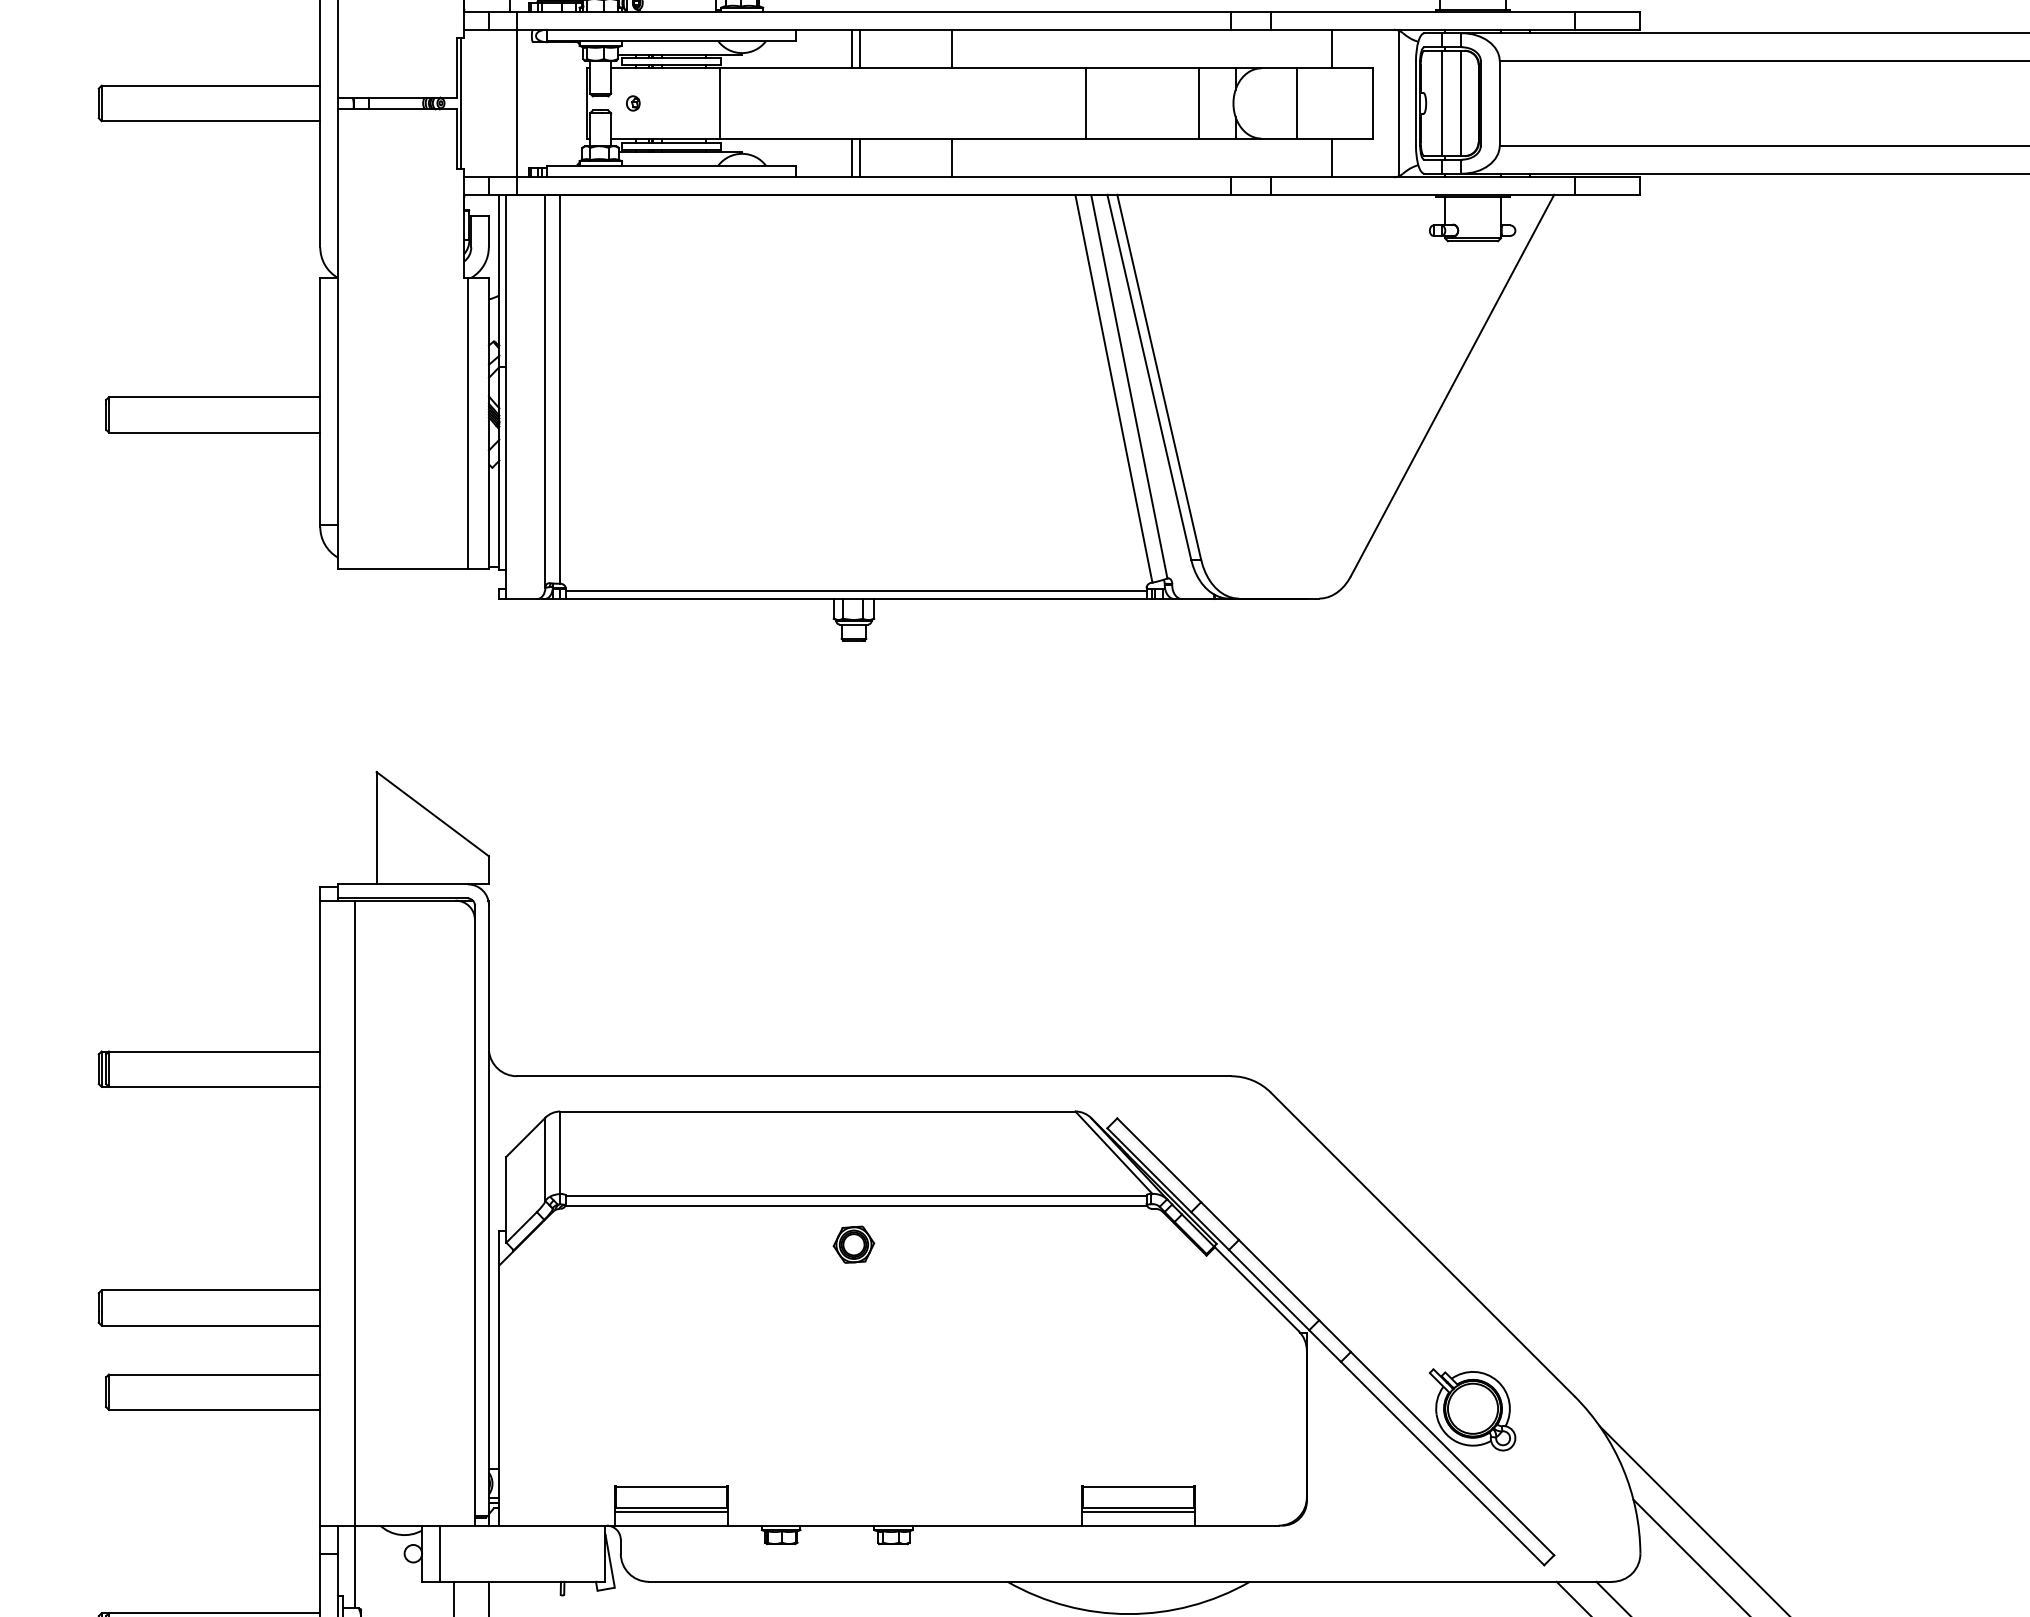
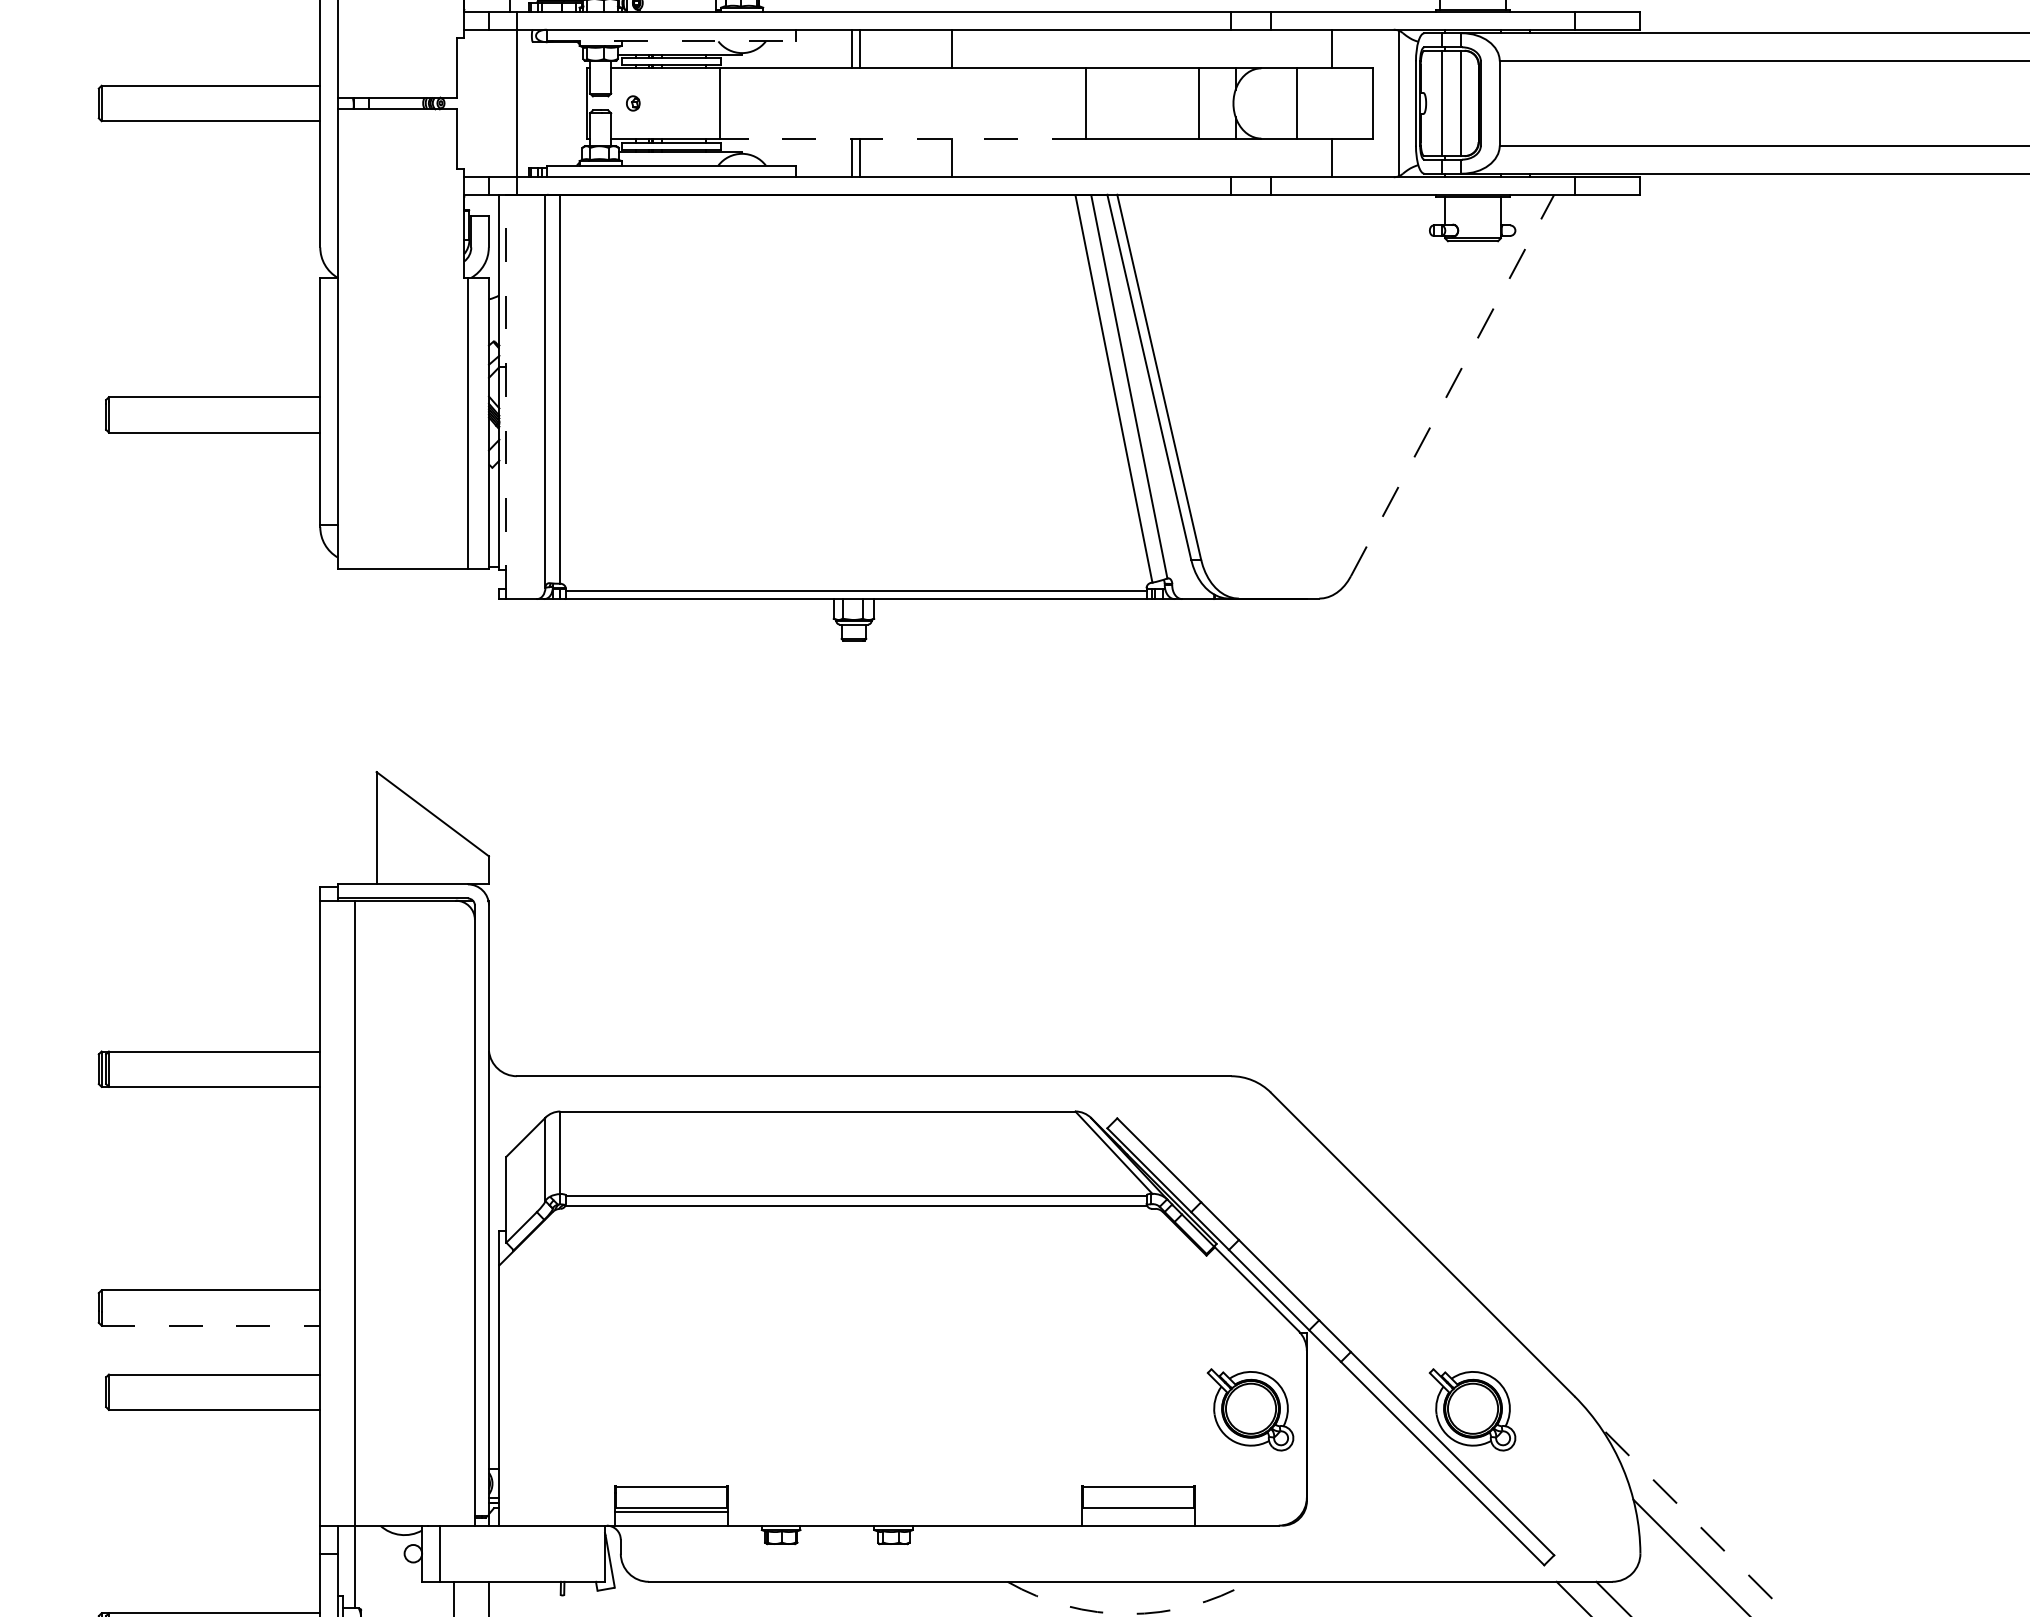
line at (671, 41): solid -> dashed
line at (460, 103): present -> none
line at (902, 138): solid -> dashed
line at (1452, 385): solid -> dashed
line at (506, 397): solid -> dashed
part at (853, 1244): present -> none
line at (211, 1325): solid -> dashed
part at (1250, 1409): none -> present
line at (1138, 1511): present -> none
line at (1695, 1521): solid -> dashed
arc at (1128, 1614): solid -> dashed
